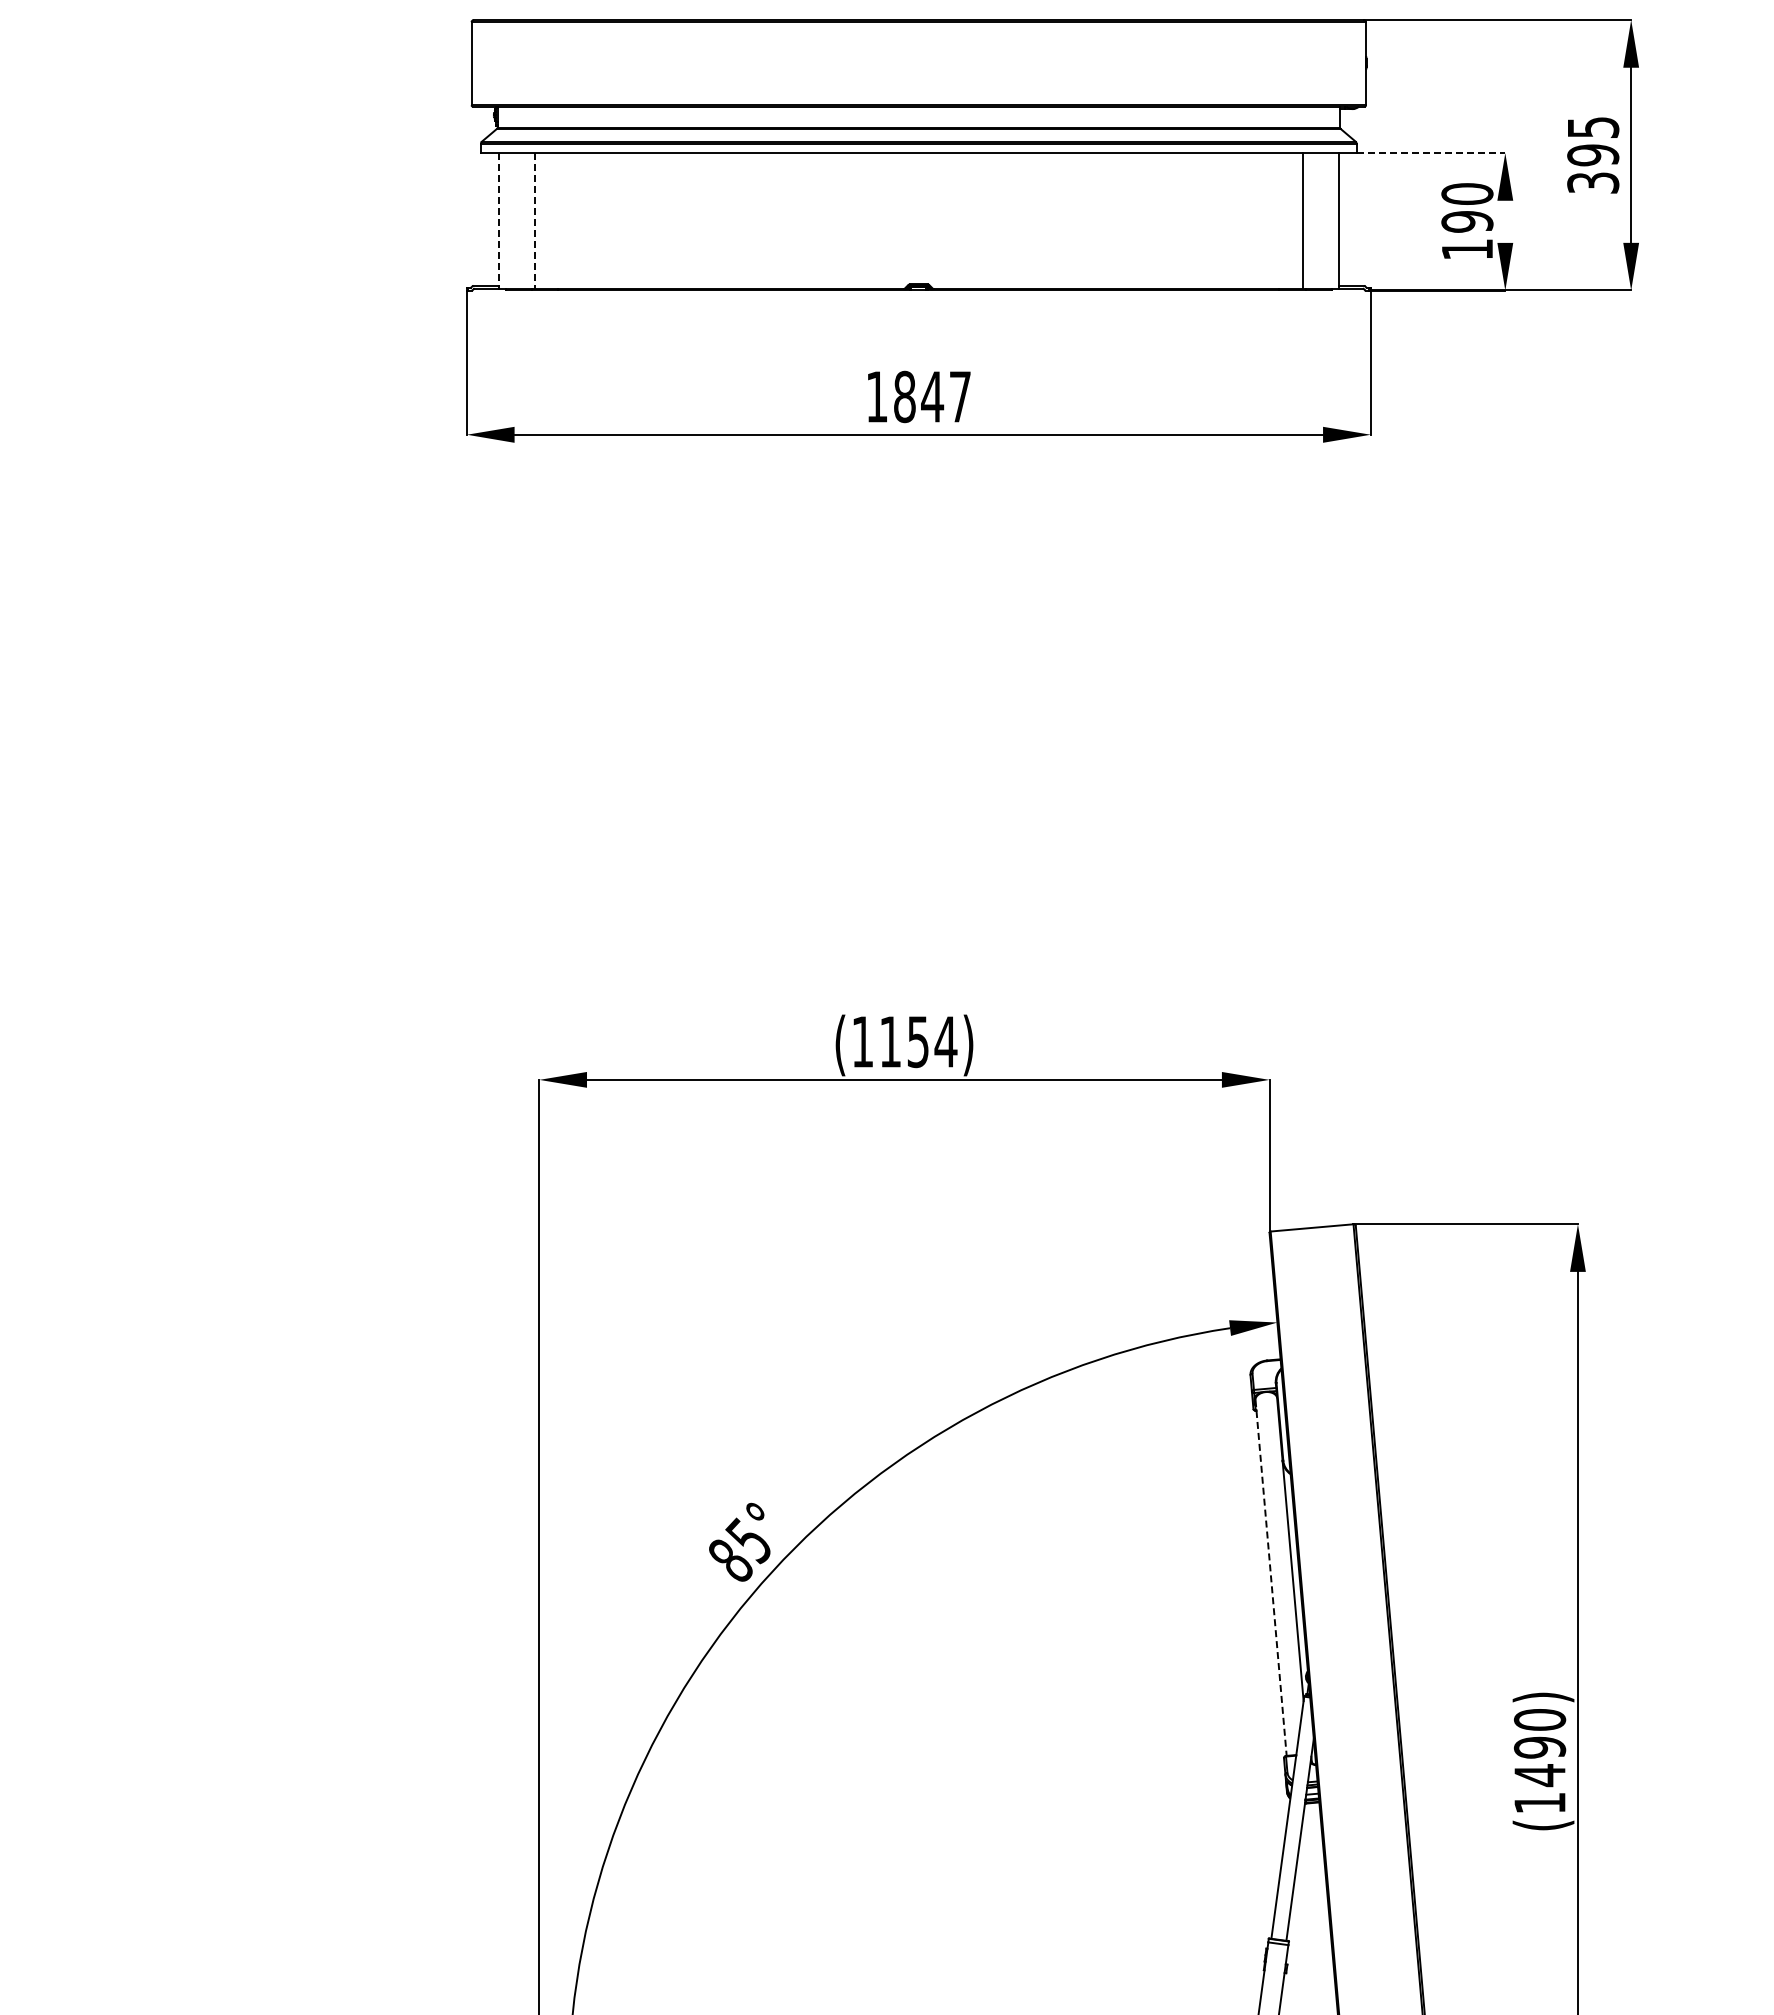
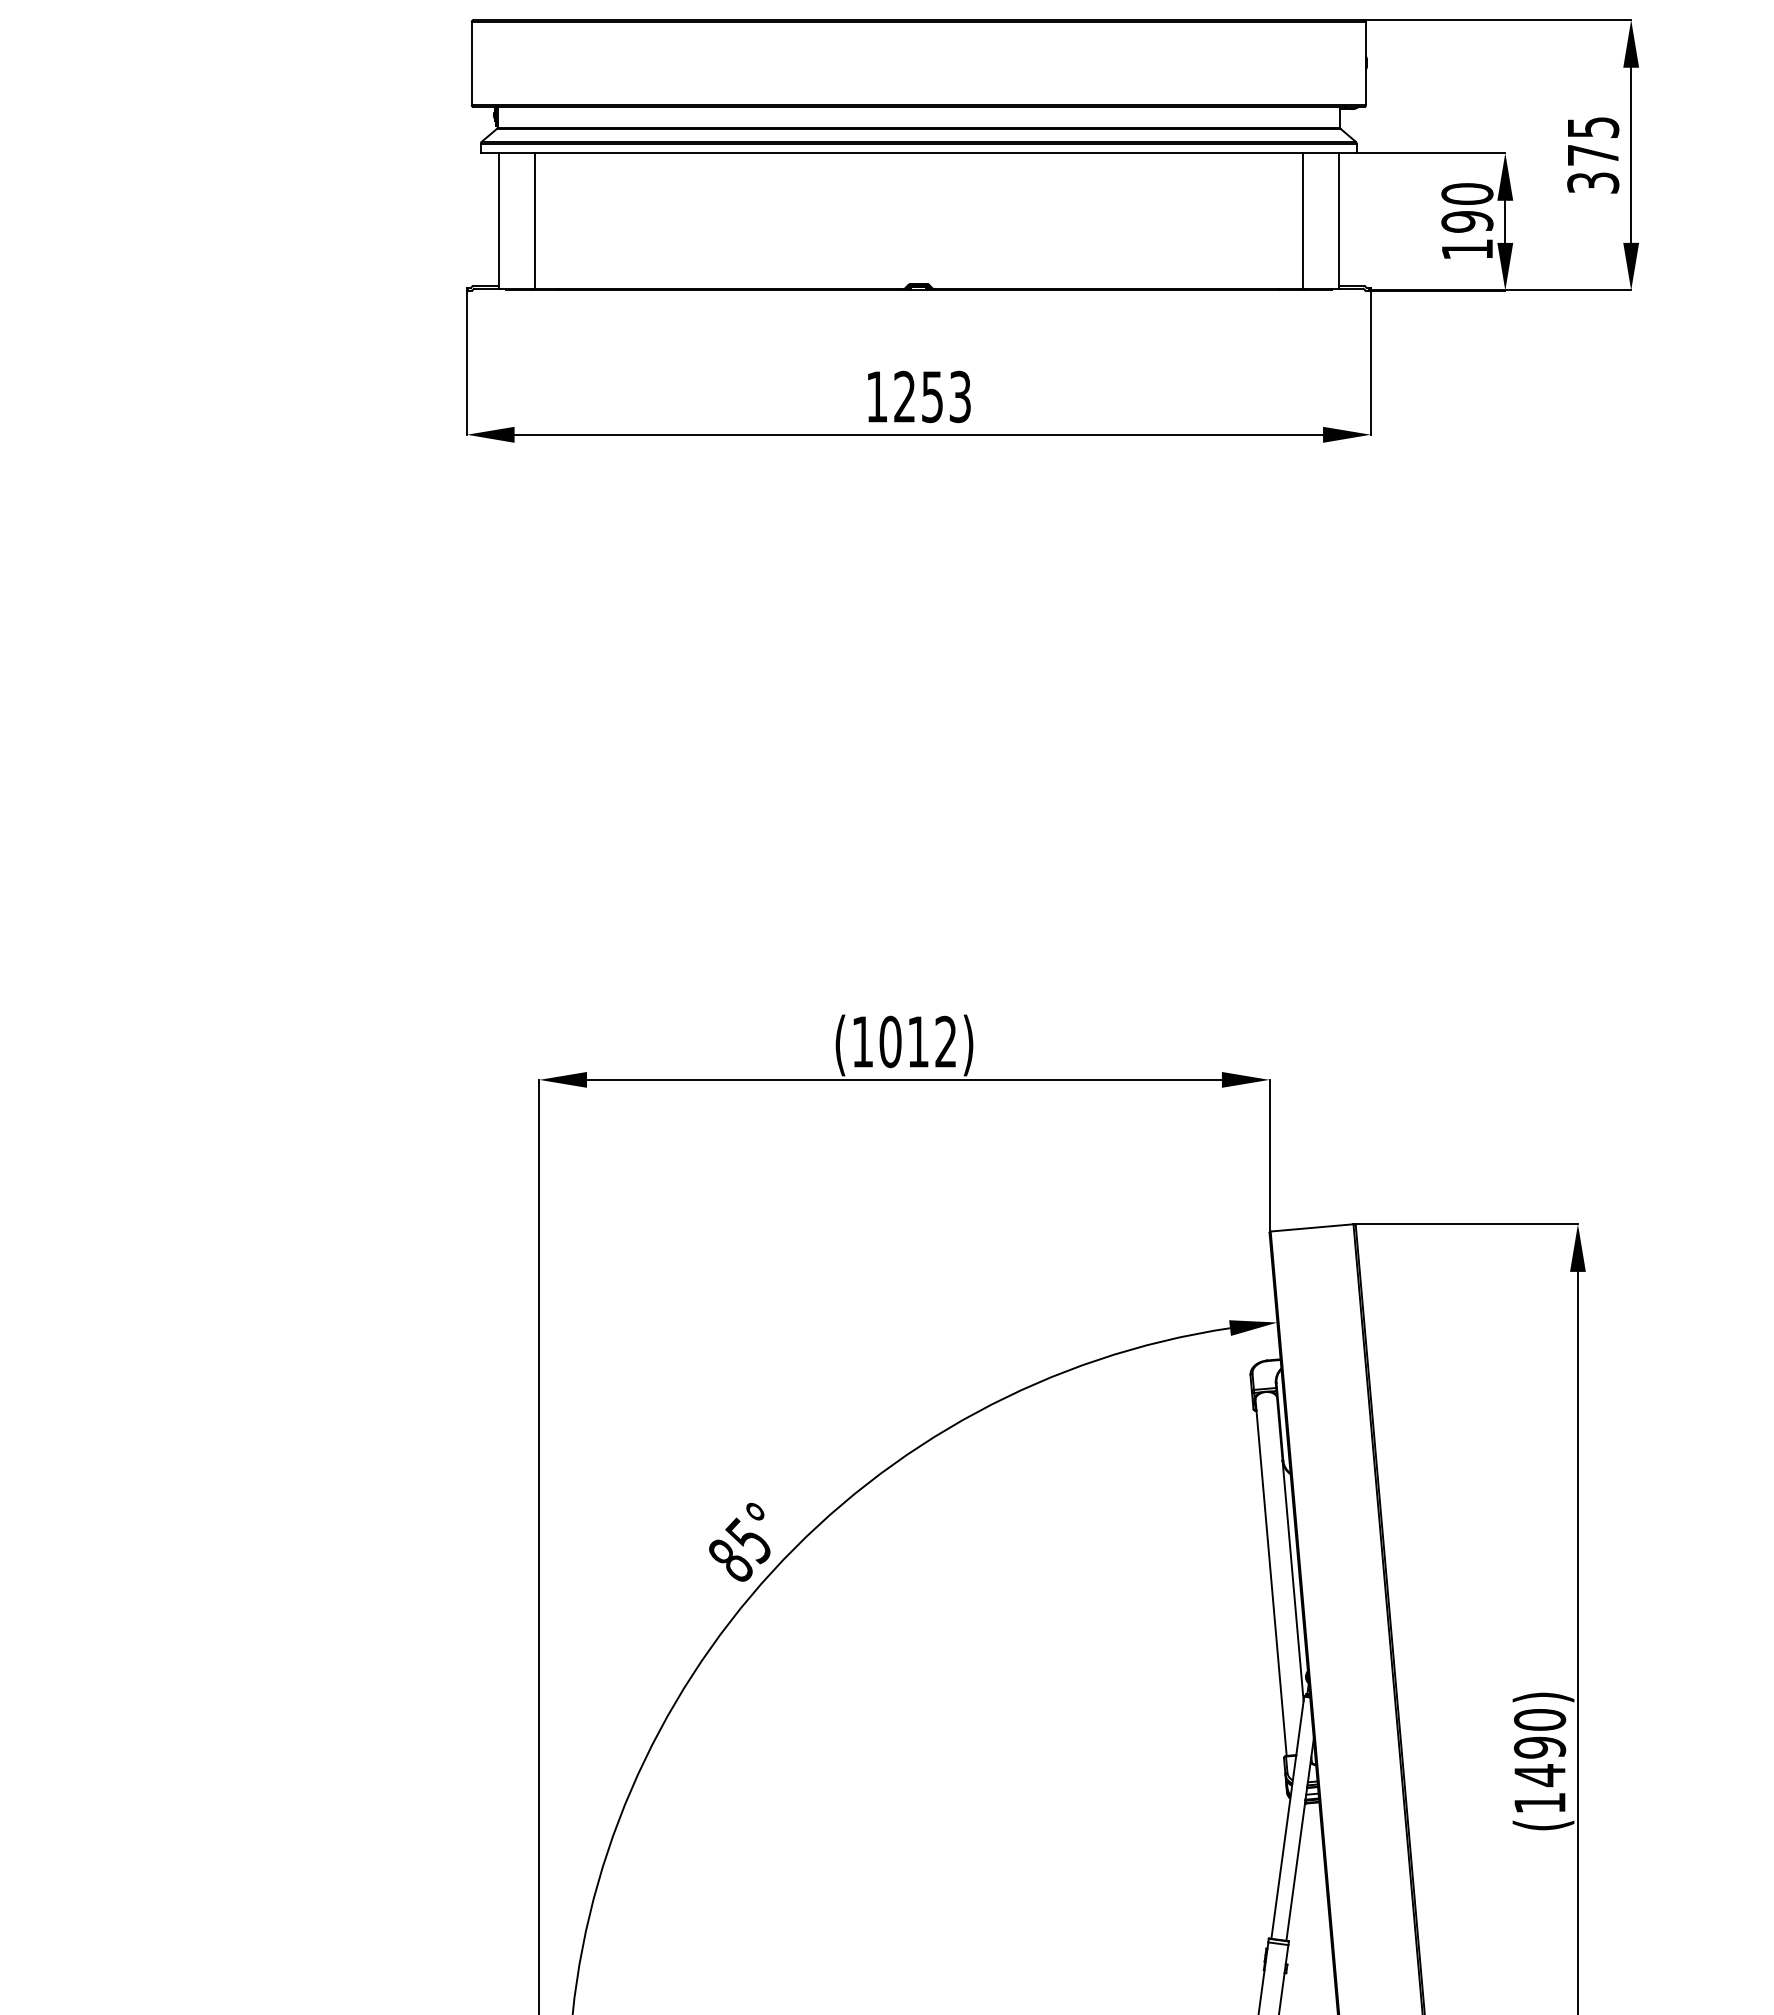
line at (1431, 153): dashed -> solid
text at (1593, 155): 395 -> 375
line at (498, 221): dashed -> solid
line at (535, 221): dashed -> solid
line at (1505, 221): none -> present
text at (932, 396): 1847 -> 1253
text at (918, 1041): (1154) -> (1012)
line at (1271, 1577): dashed -> solid
